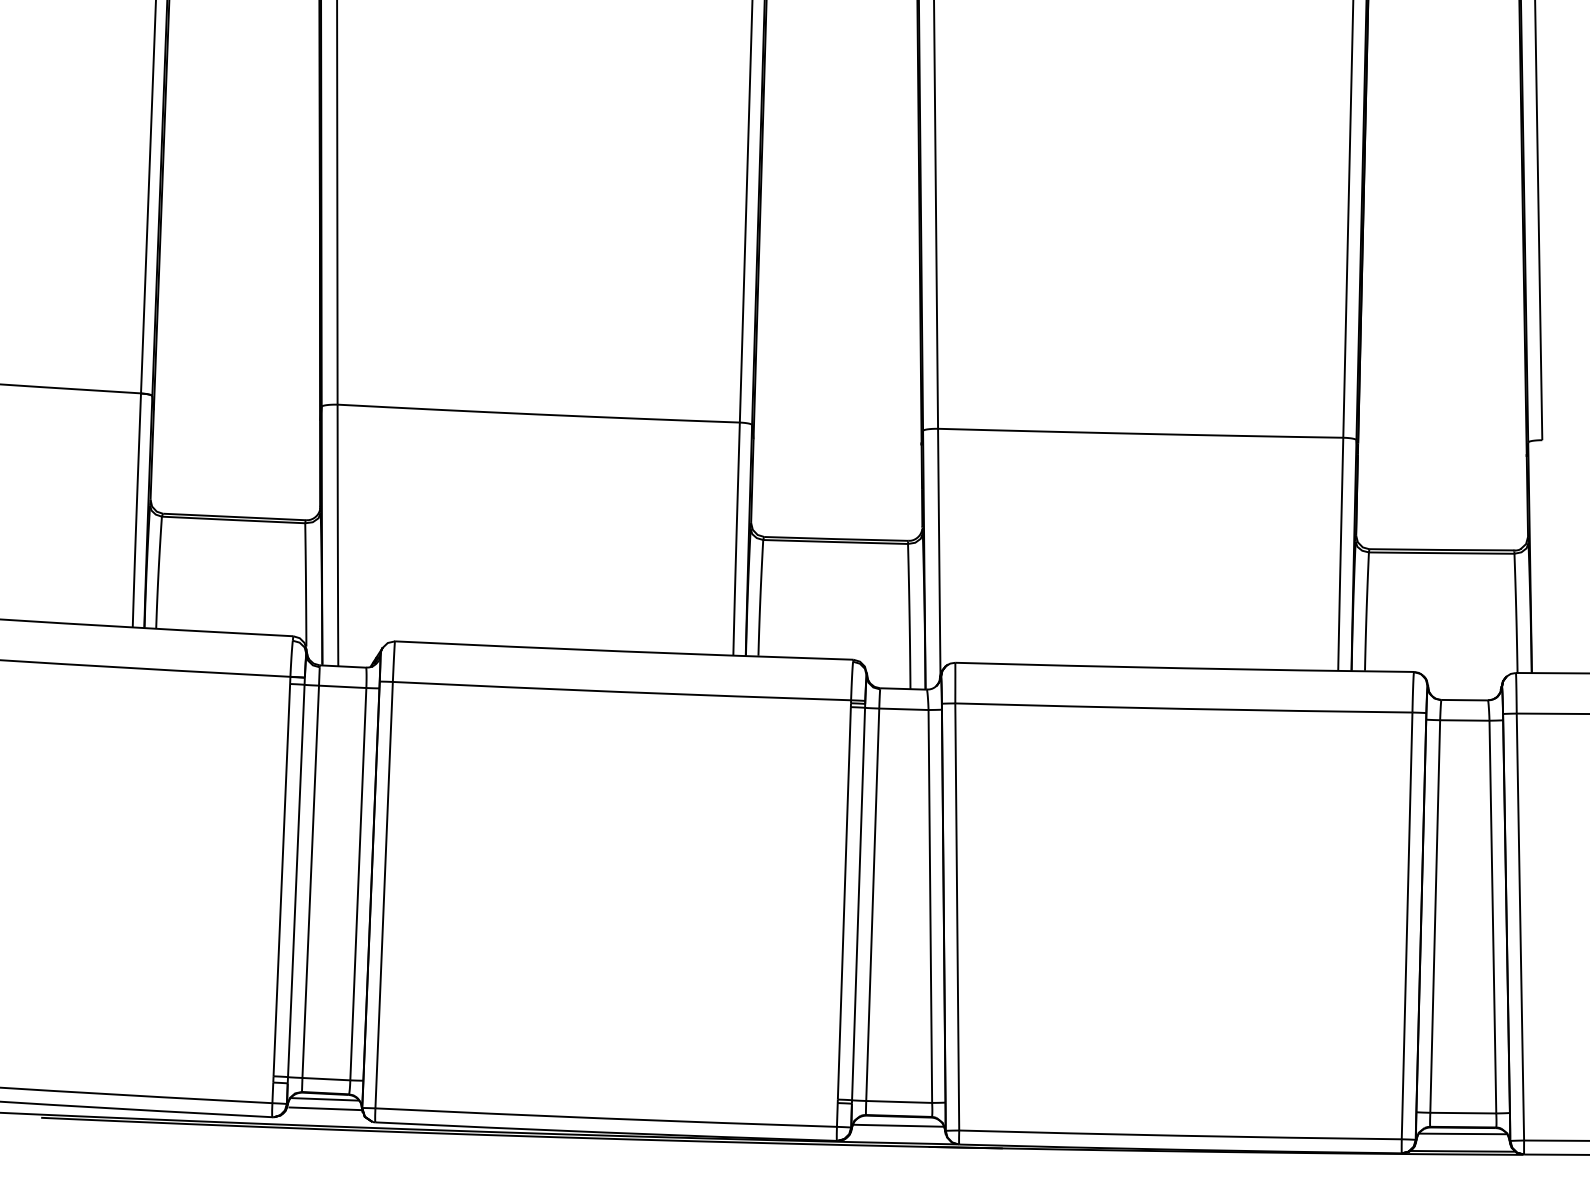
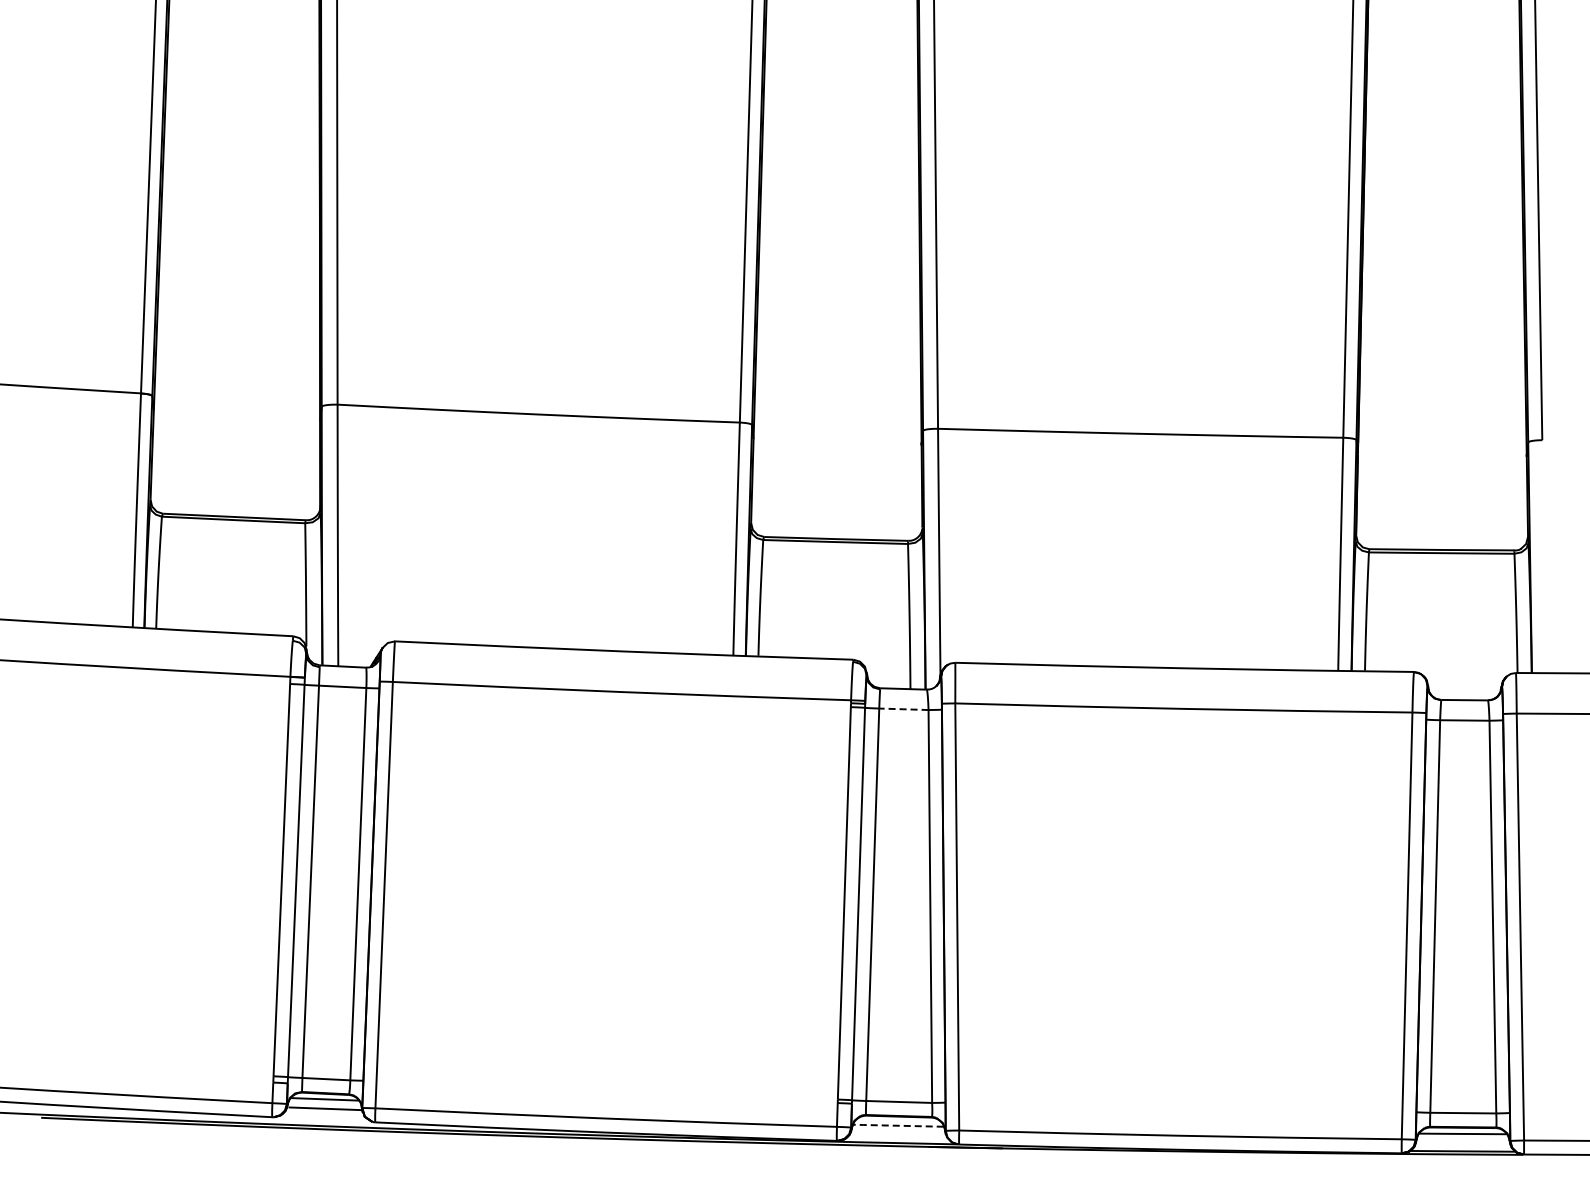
line at (903, 709): solid -> dashed
line at (896, 1125): solid -> dashed
